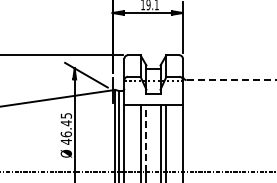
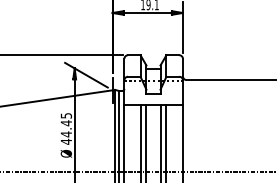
line at (231, 80): dashed -> solid
text at (65, 134): 46.45 -> 44.45
line at (146, 138): dashed -> solid
